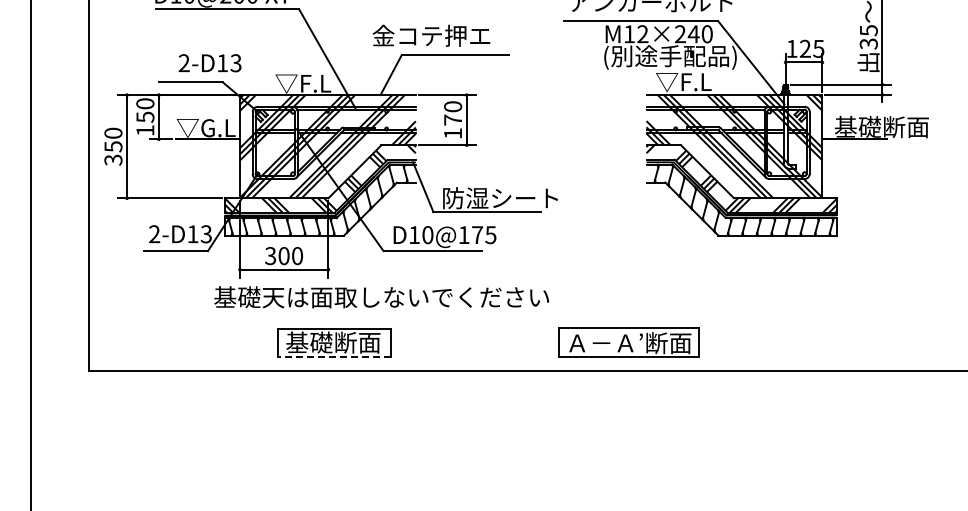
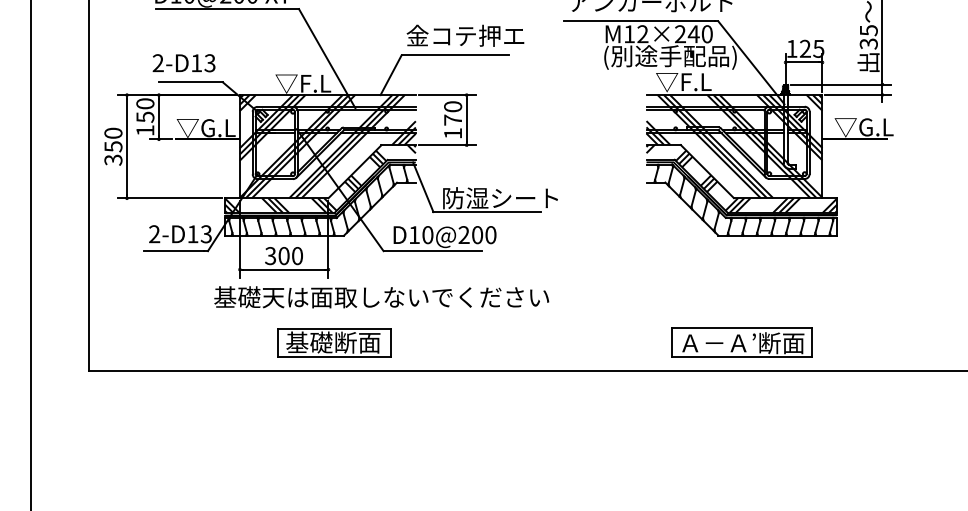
text at (431, 35) position: (431, 35) -> (465, 35)
text at (209, 63) position: (209, 63) -> (183, 63)
text at (881, 127): 基礎断面 -> ▽G.L
text at (477, 235): D10@175 -> D10@200
part at (628, 342) position: (628, 342) -> (741, 342)
line at (334, 357): dashed -> solid
